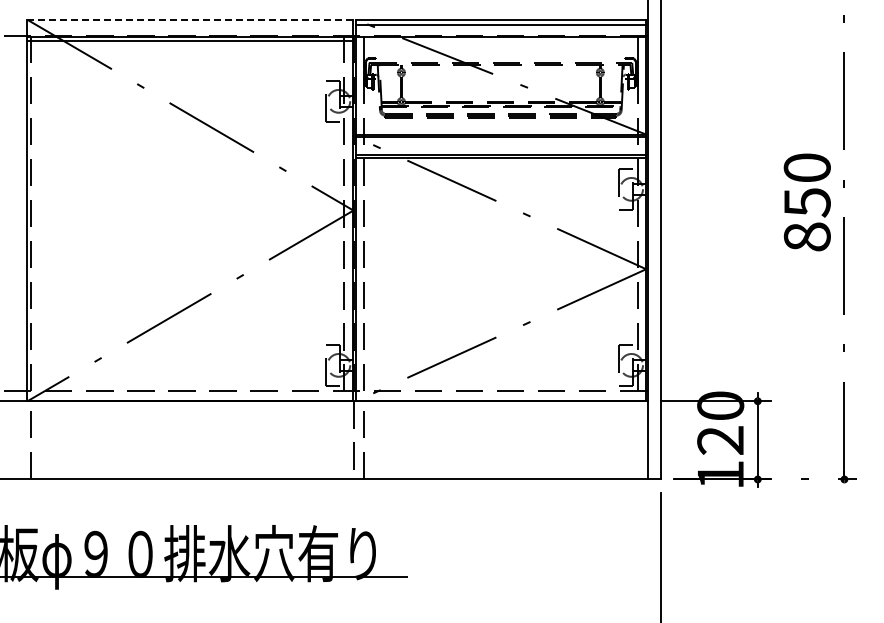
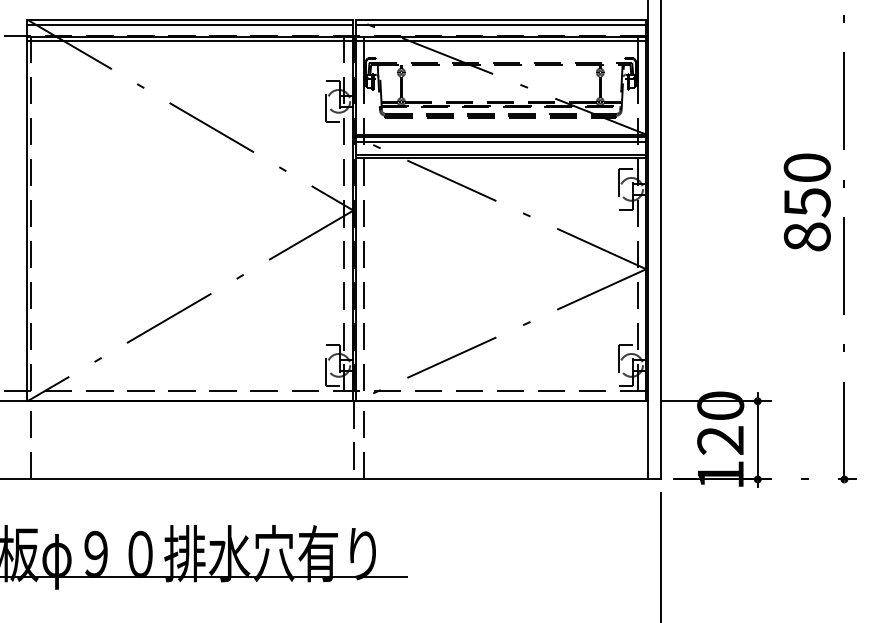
line at (190, 19): dashed -> solid
line at (190, 25): none -> present
line at (501, 40): none -> present
line at (501, 142): none -> present
